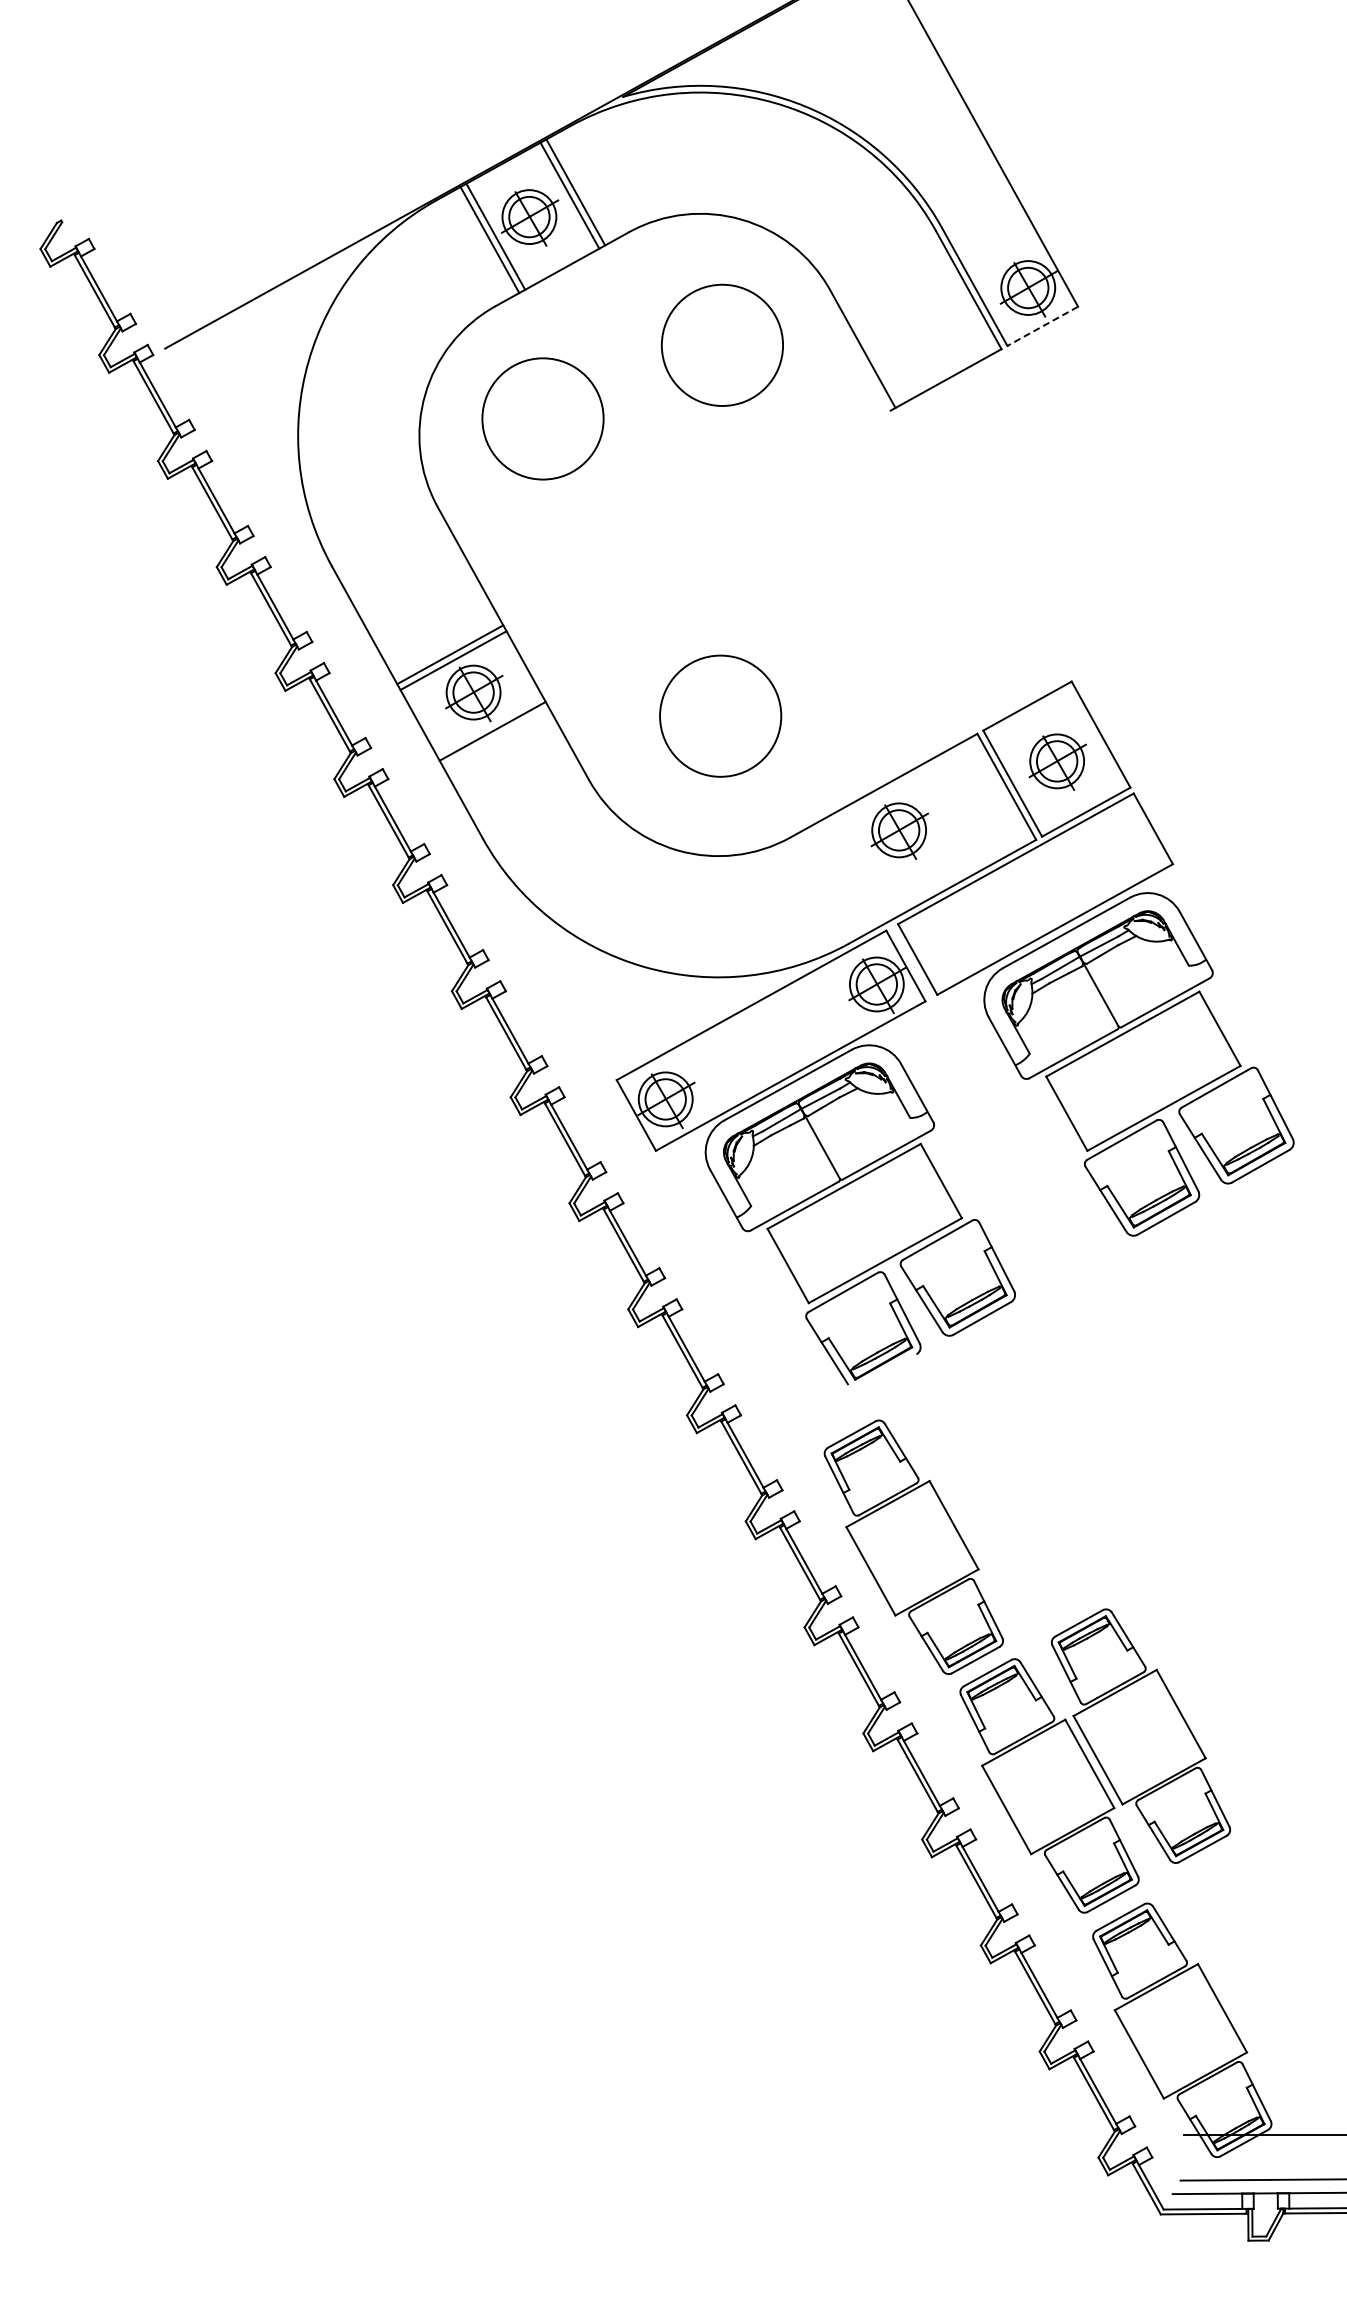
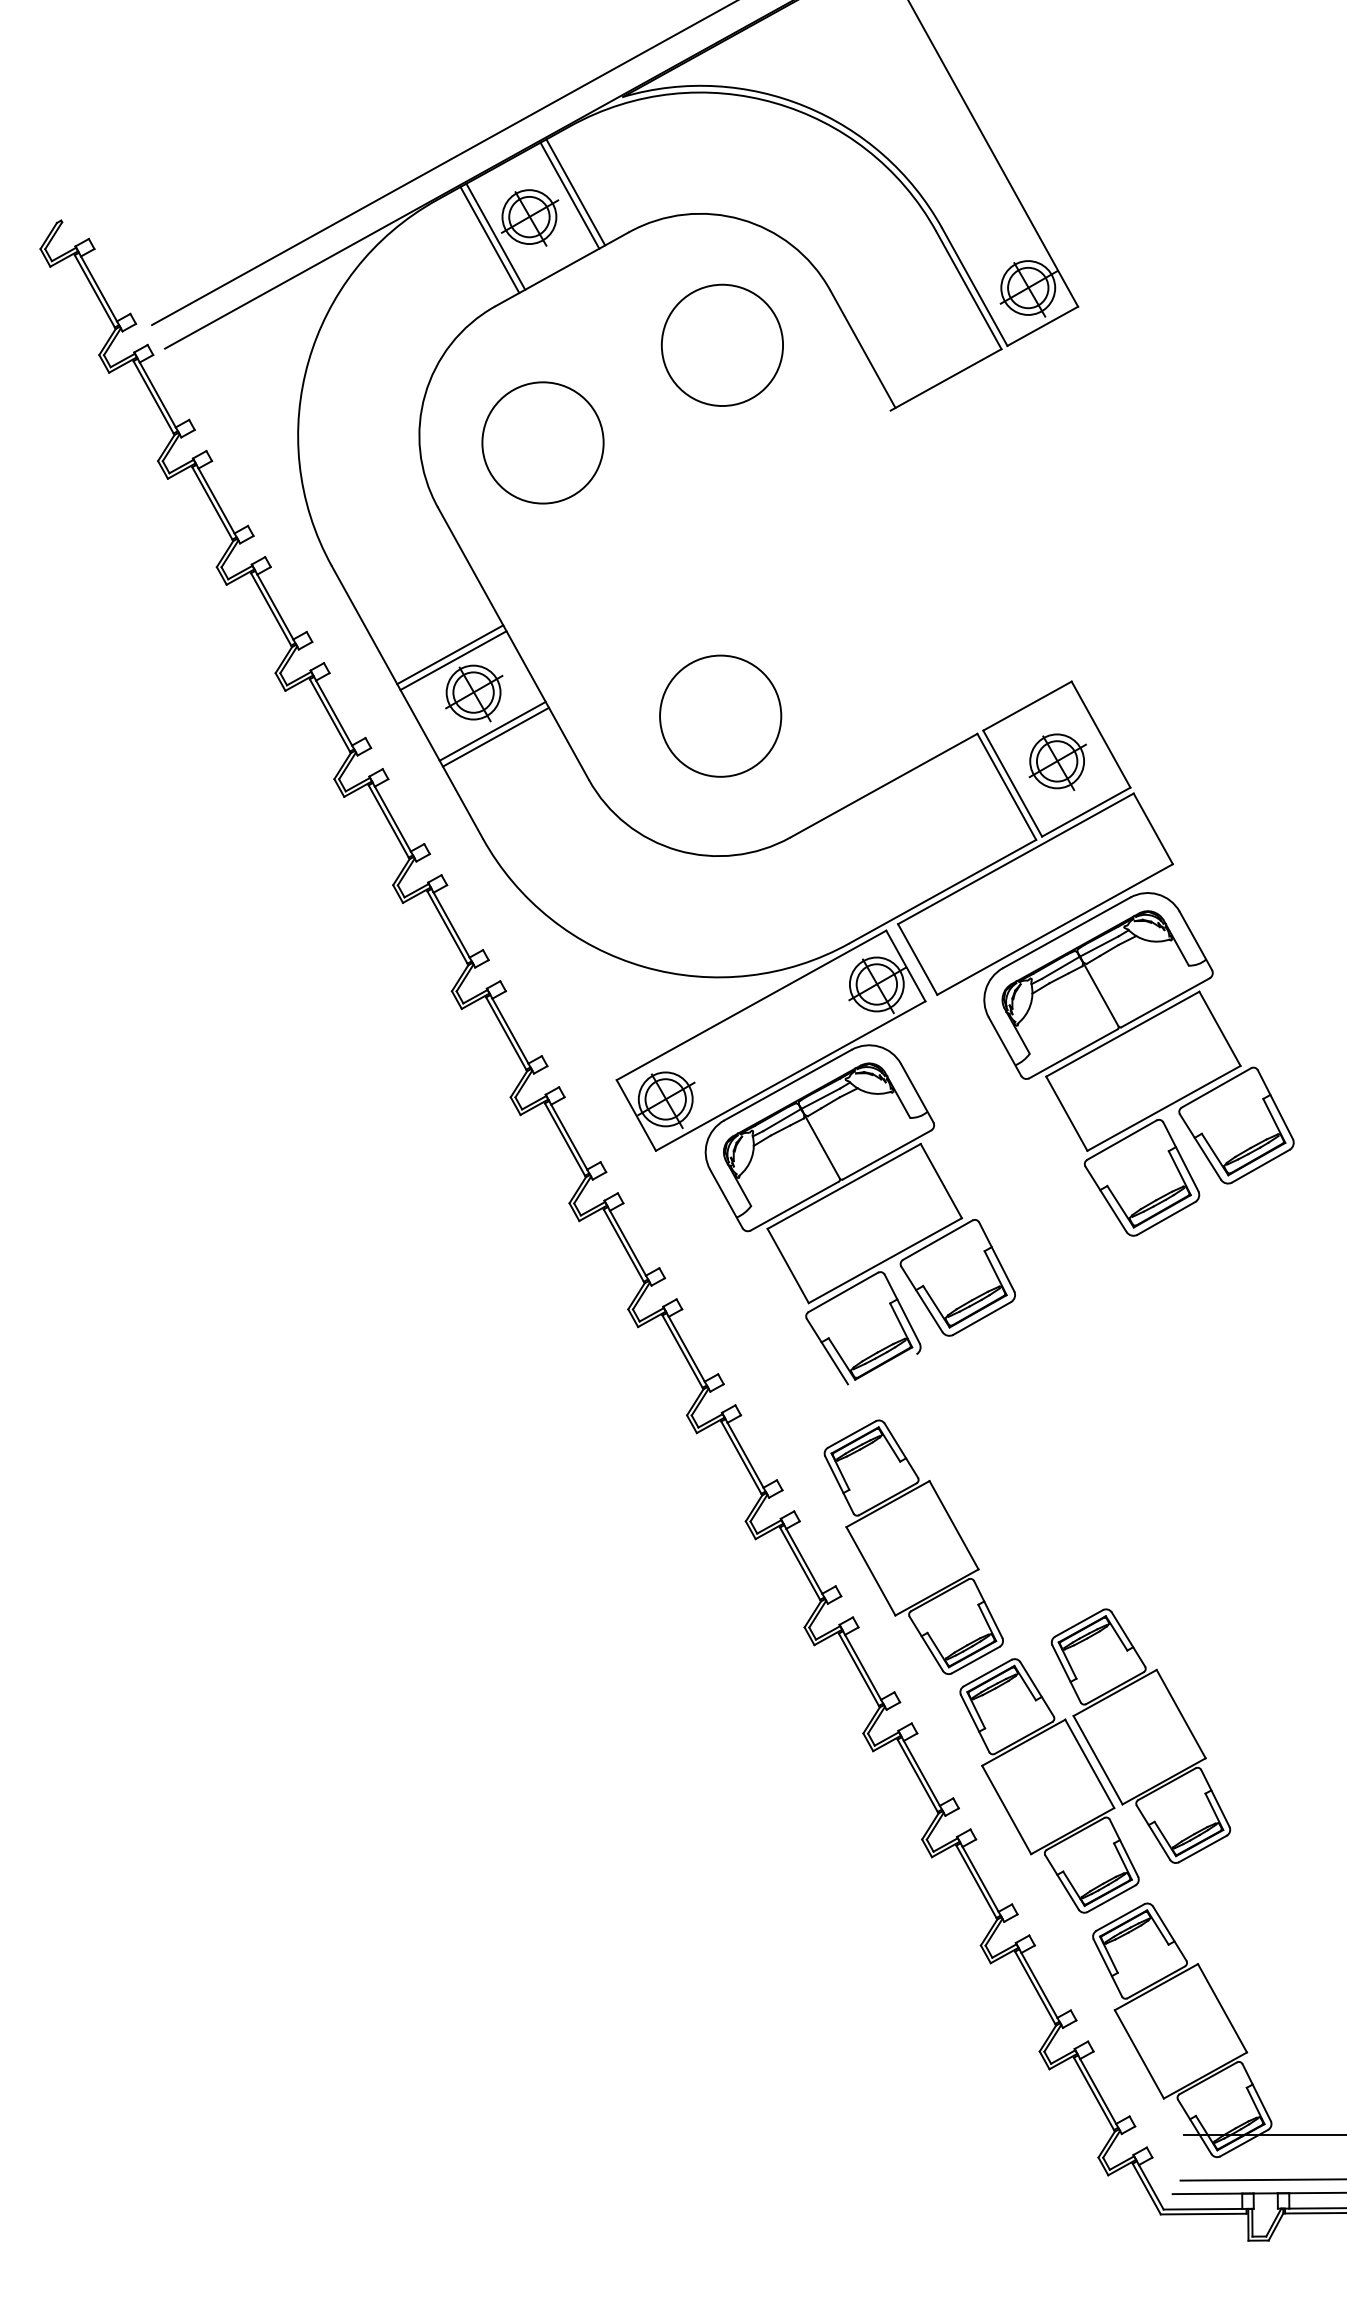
line at (443, 163): none -> present
line at (1042, 326): dashed -> solid
circle at (542, 418) position: (542, 418) -> (542, 442)
line at (495, 736): none -> present
part at (899, 830): present -> none
